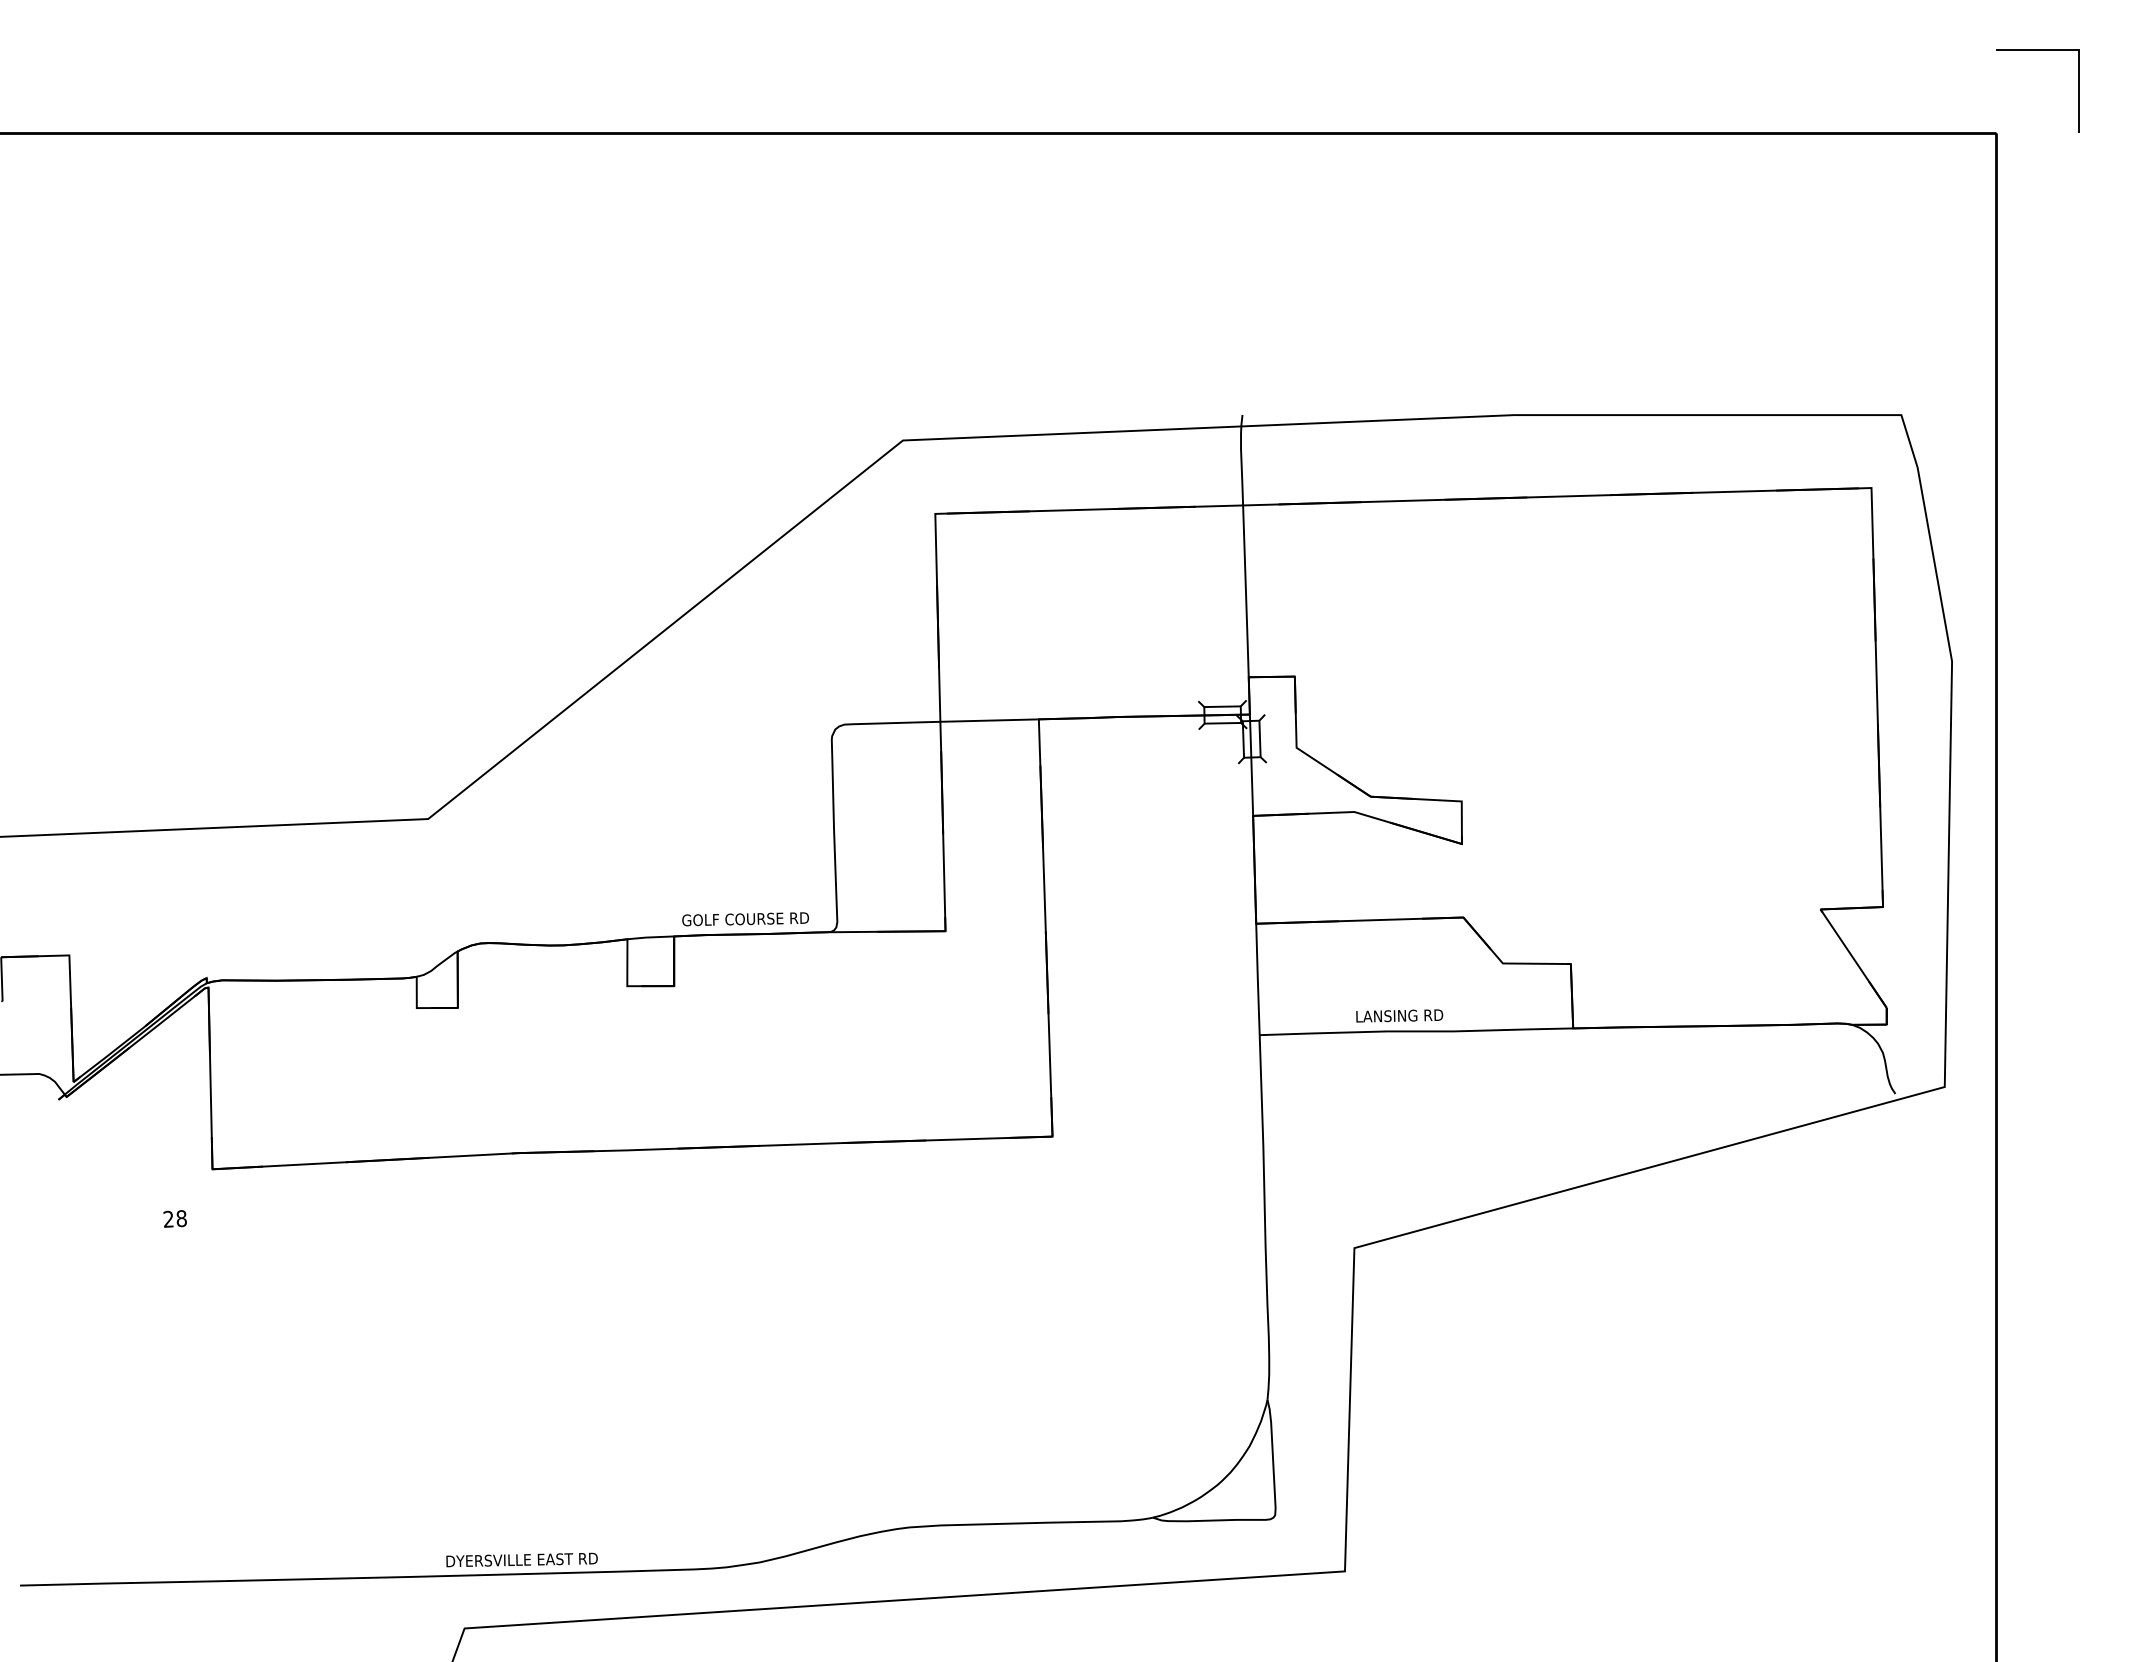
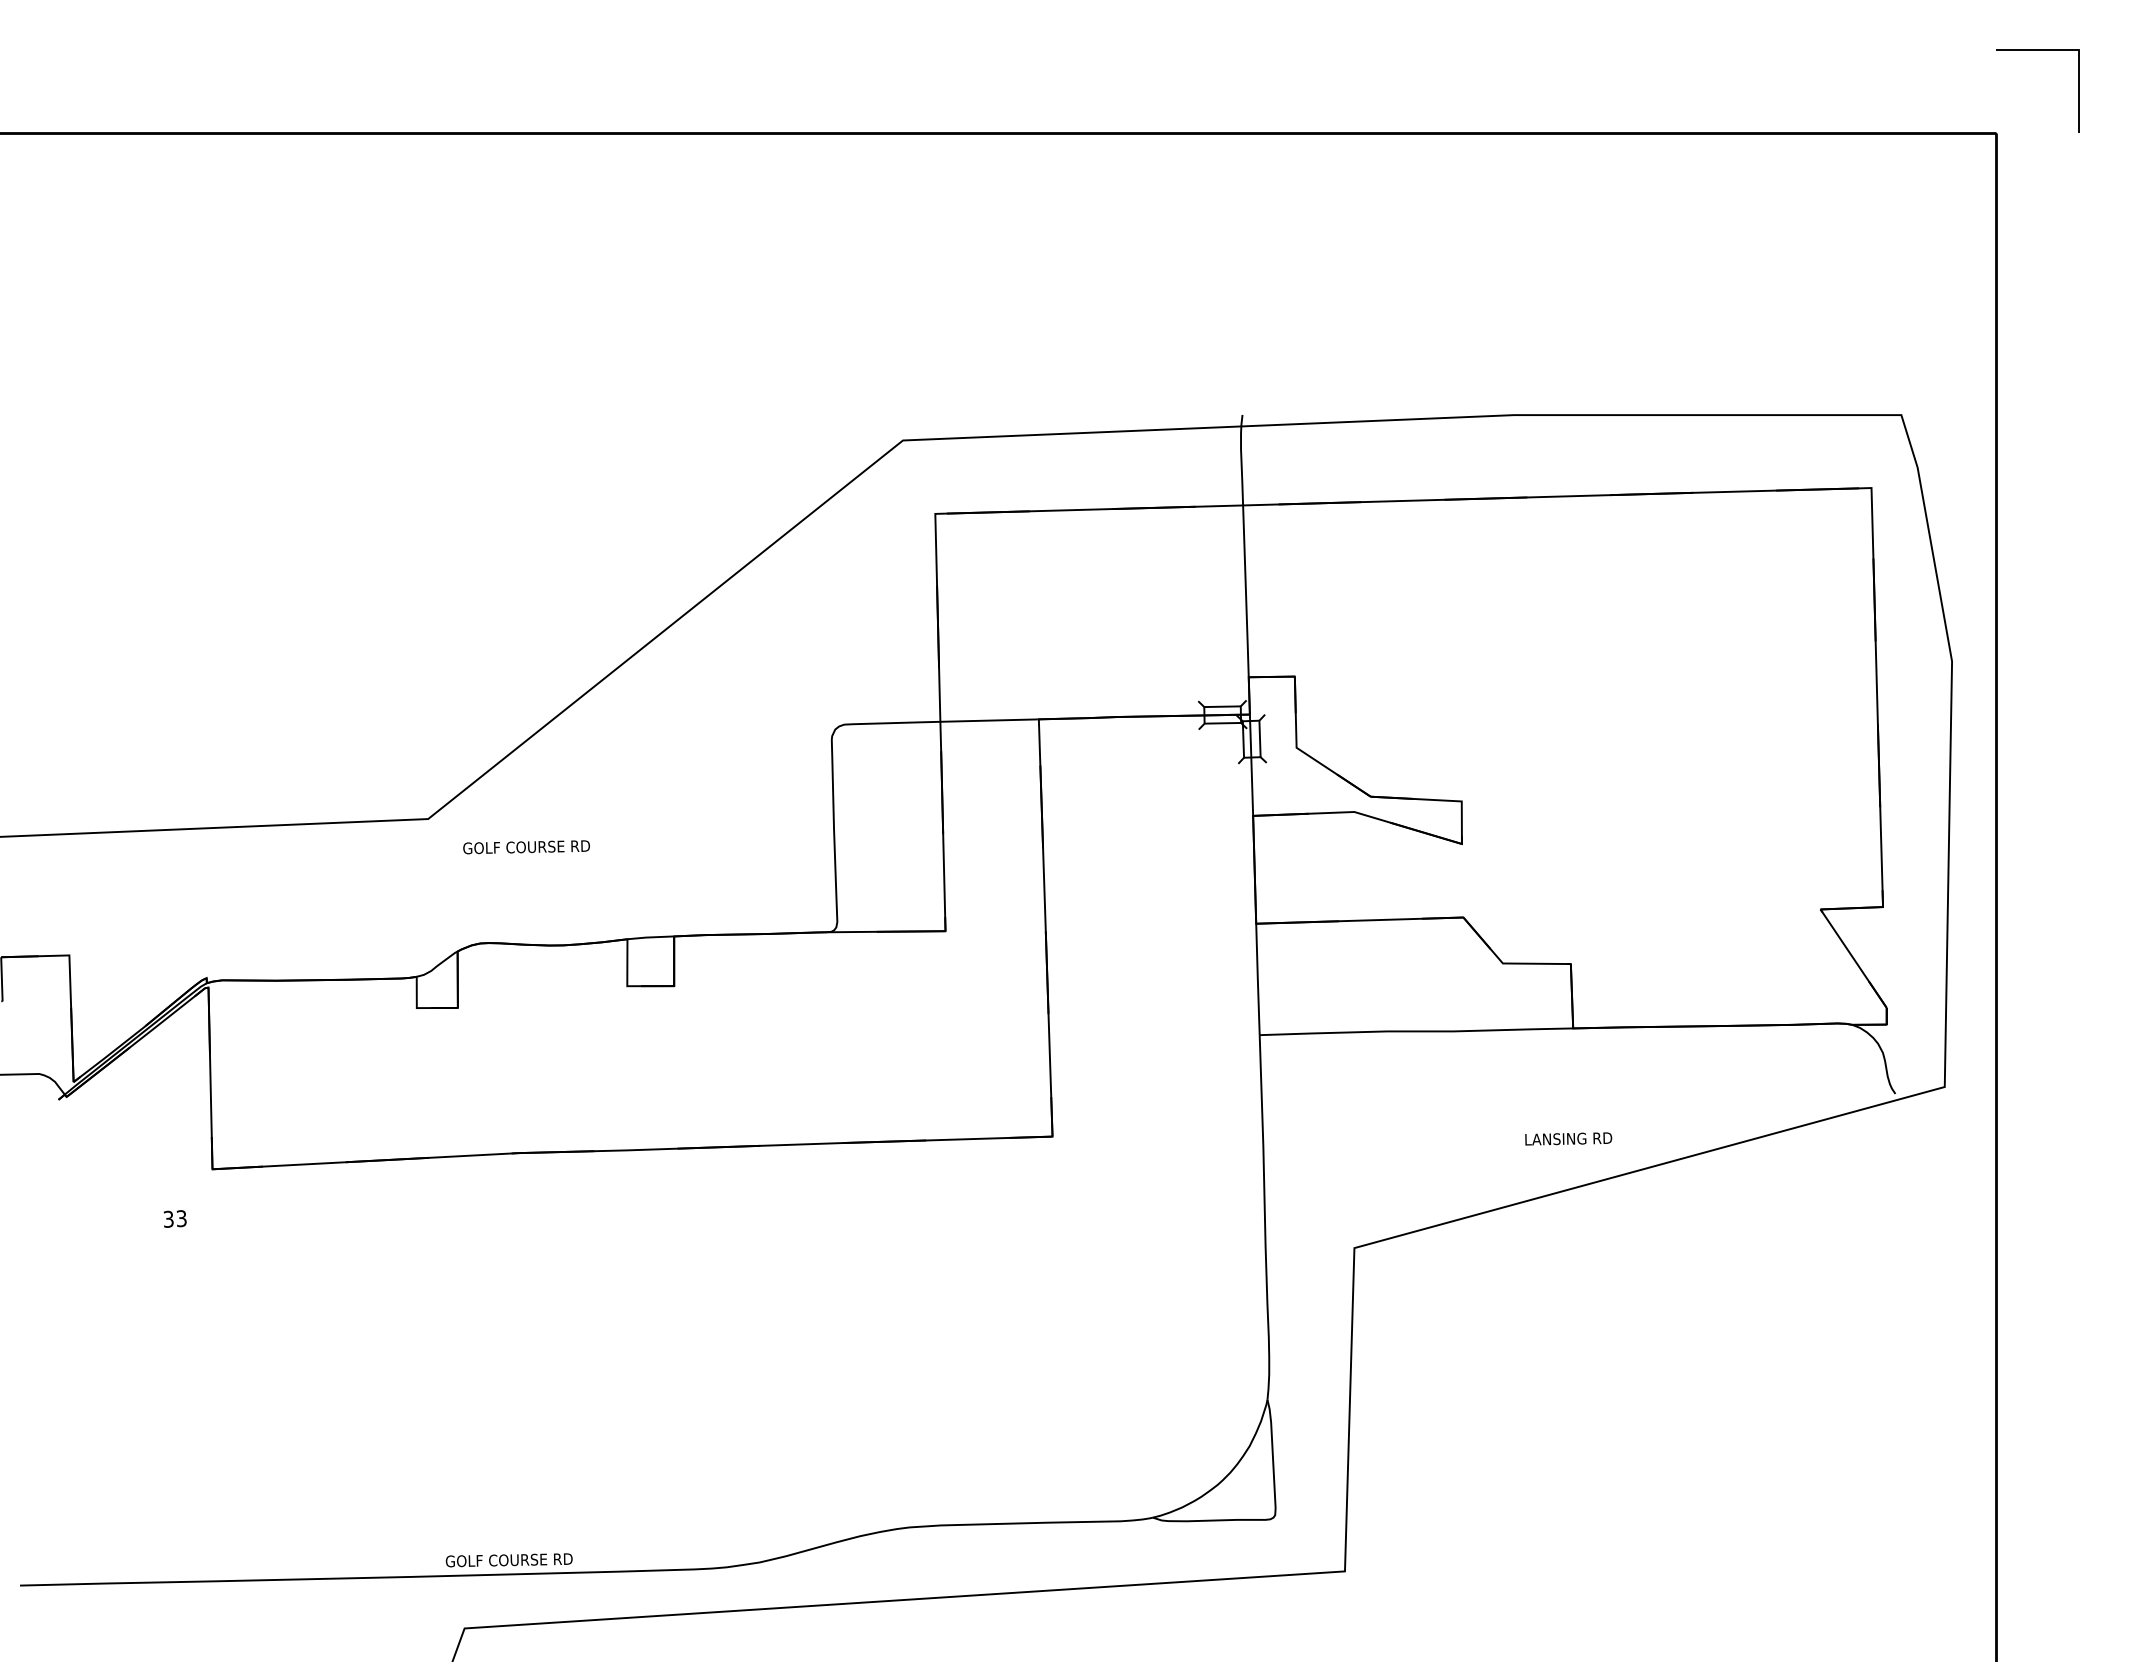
text at (745, 919) position: (745, 919) -> (526, 847)
text at (1399, 1015) position: (1399, 1015) -> (1568, 1138)
text at (174, 1218): 28 -> 33
text at (521, 1559): DYERSVILLE EAST RD -> GOLF COURSE RD
